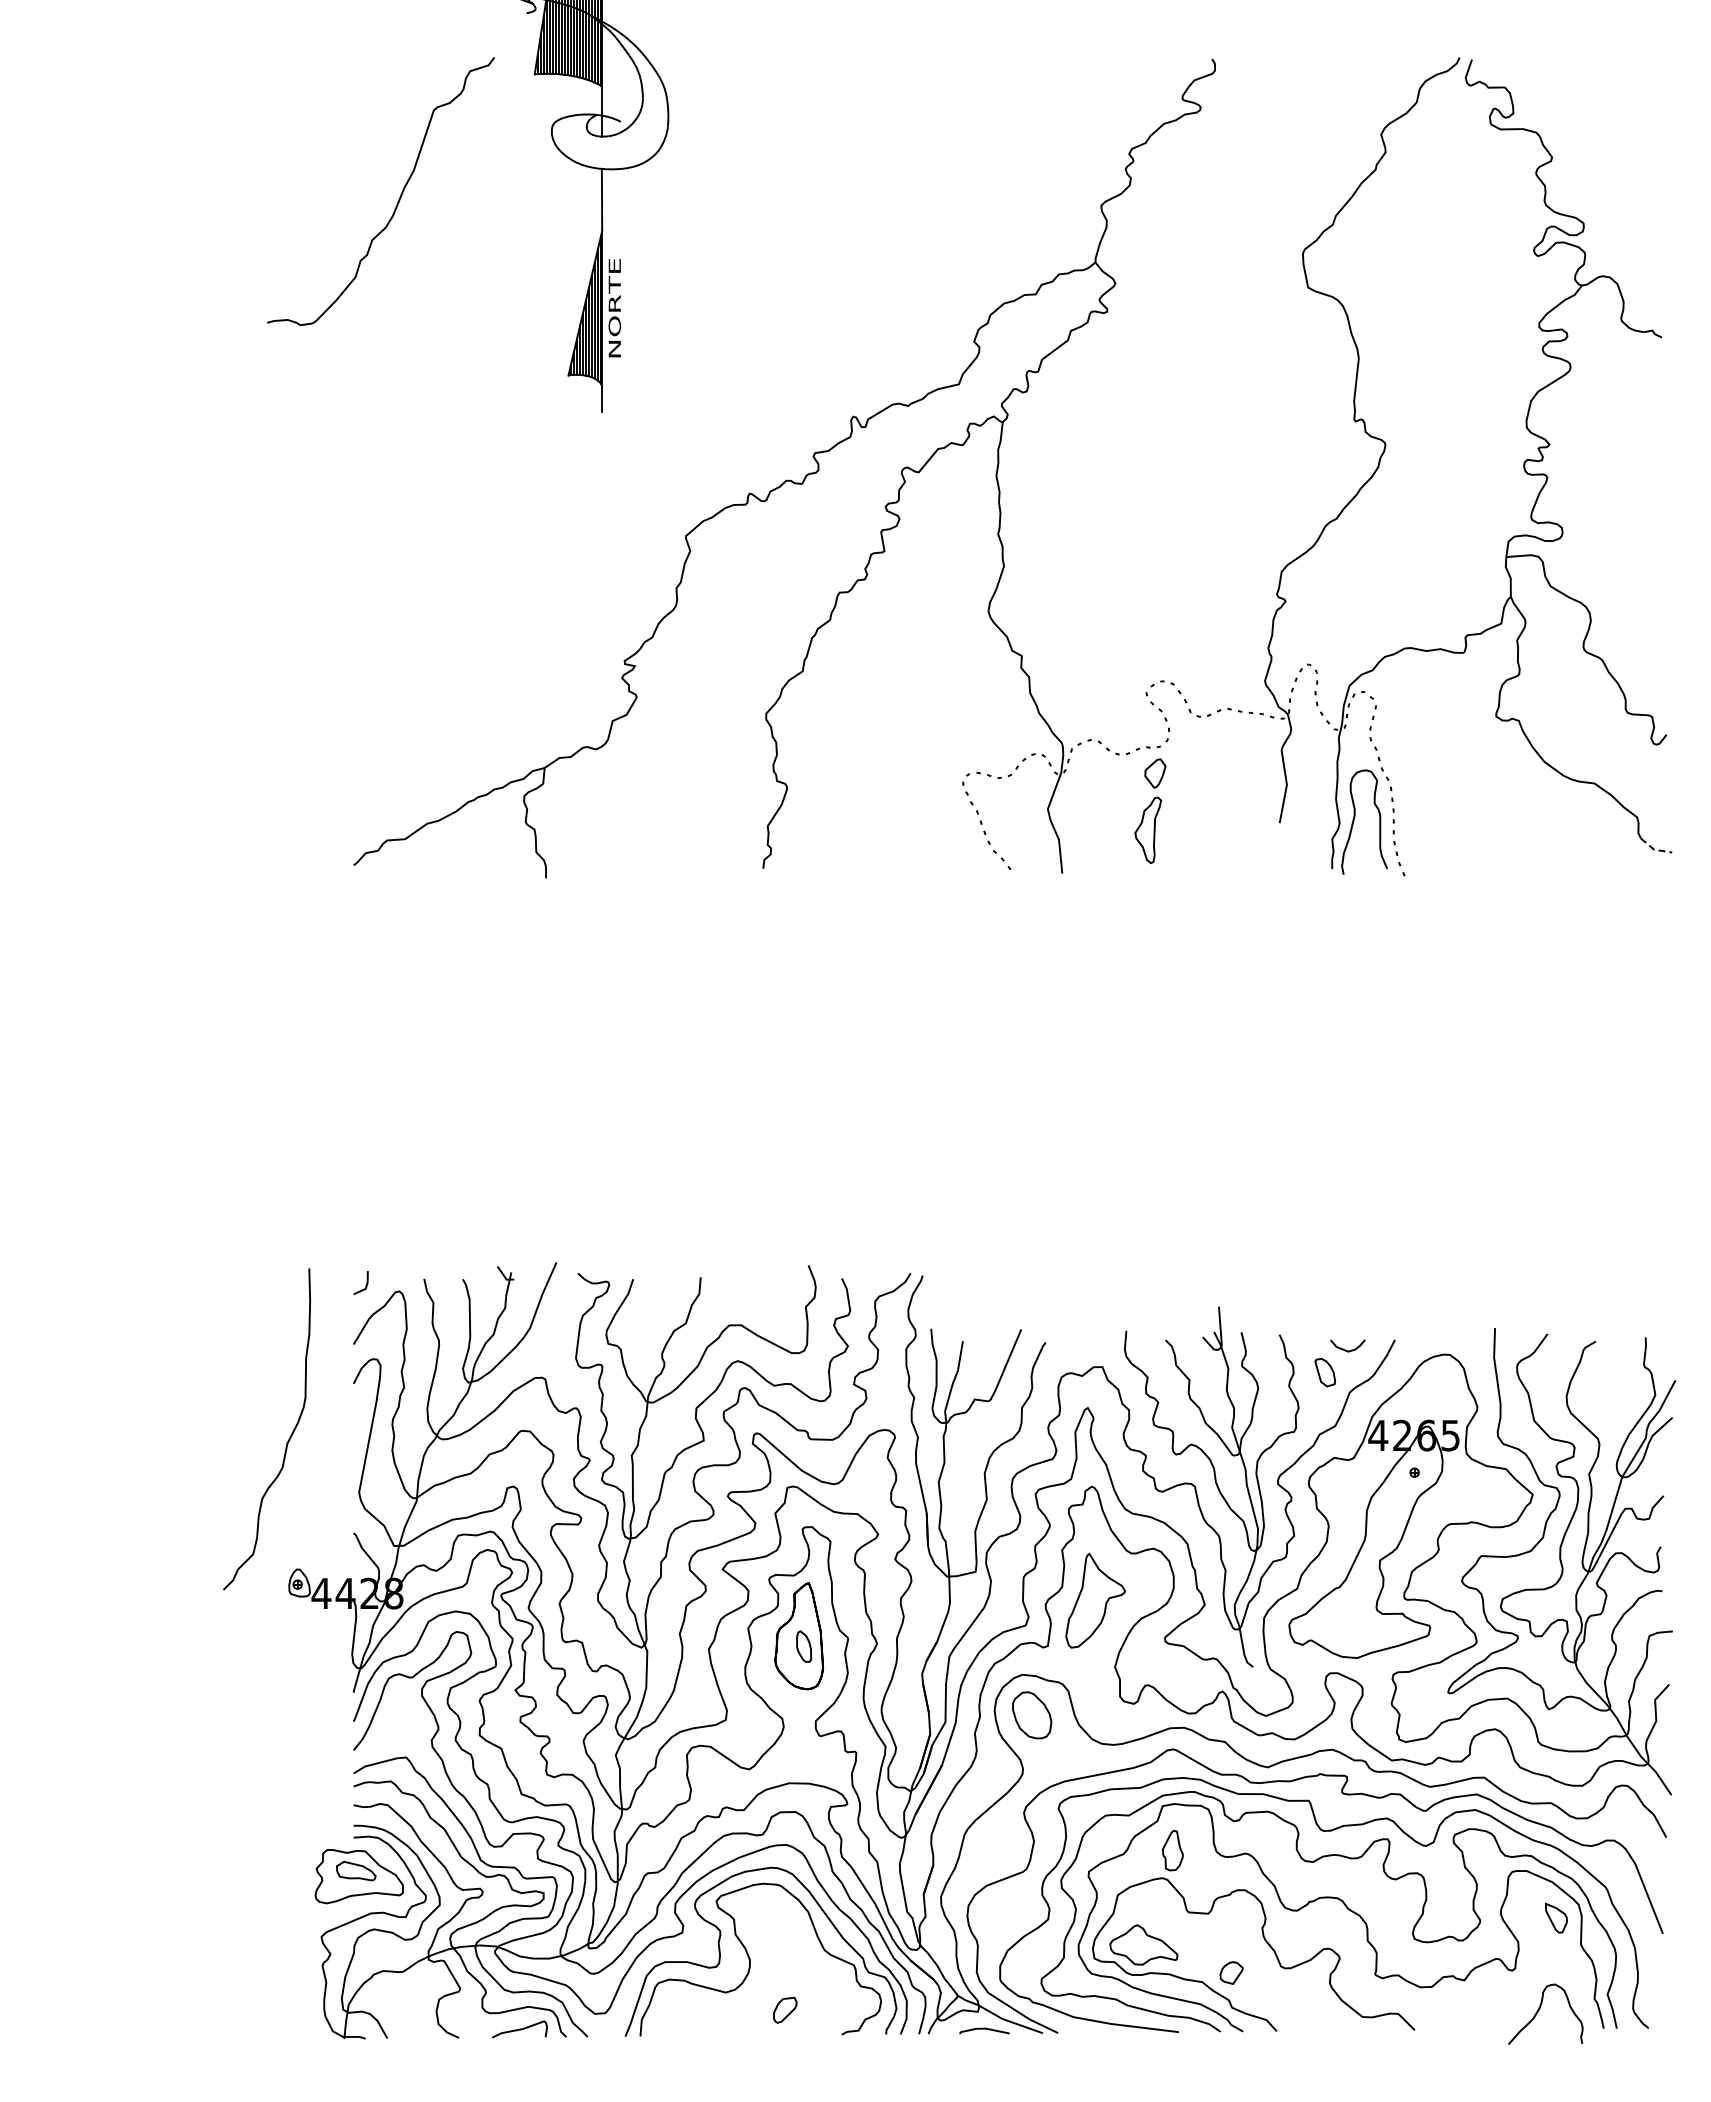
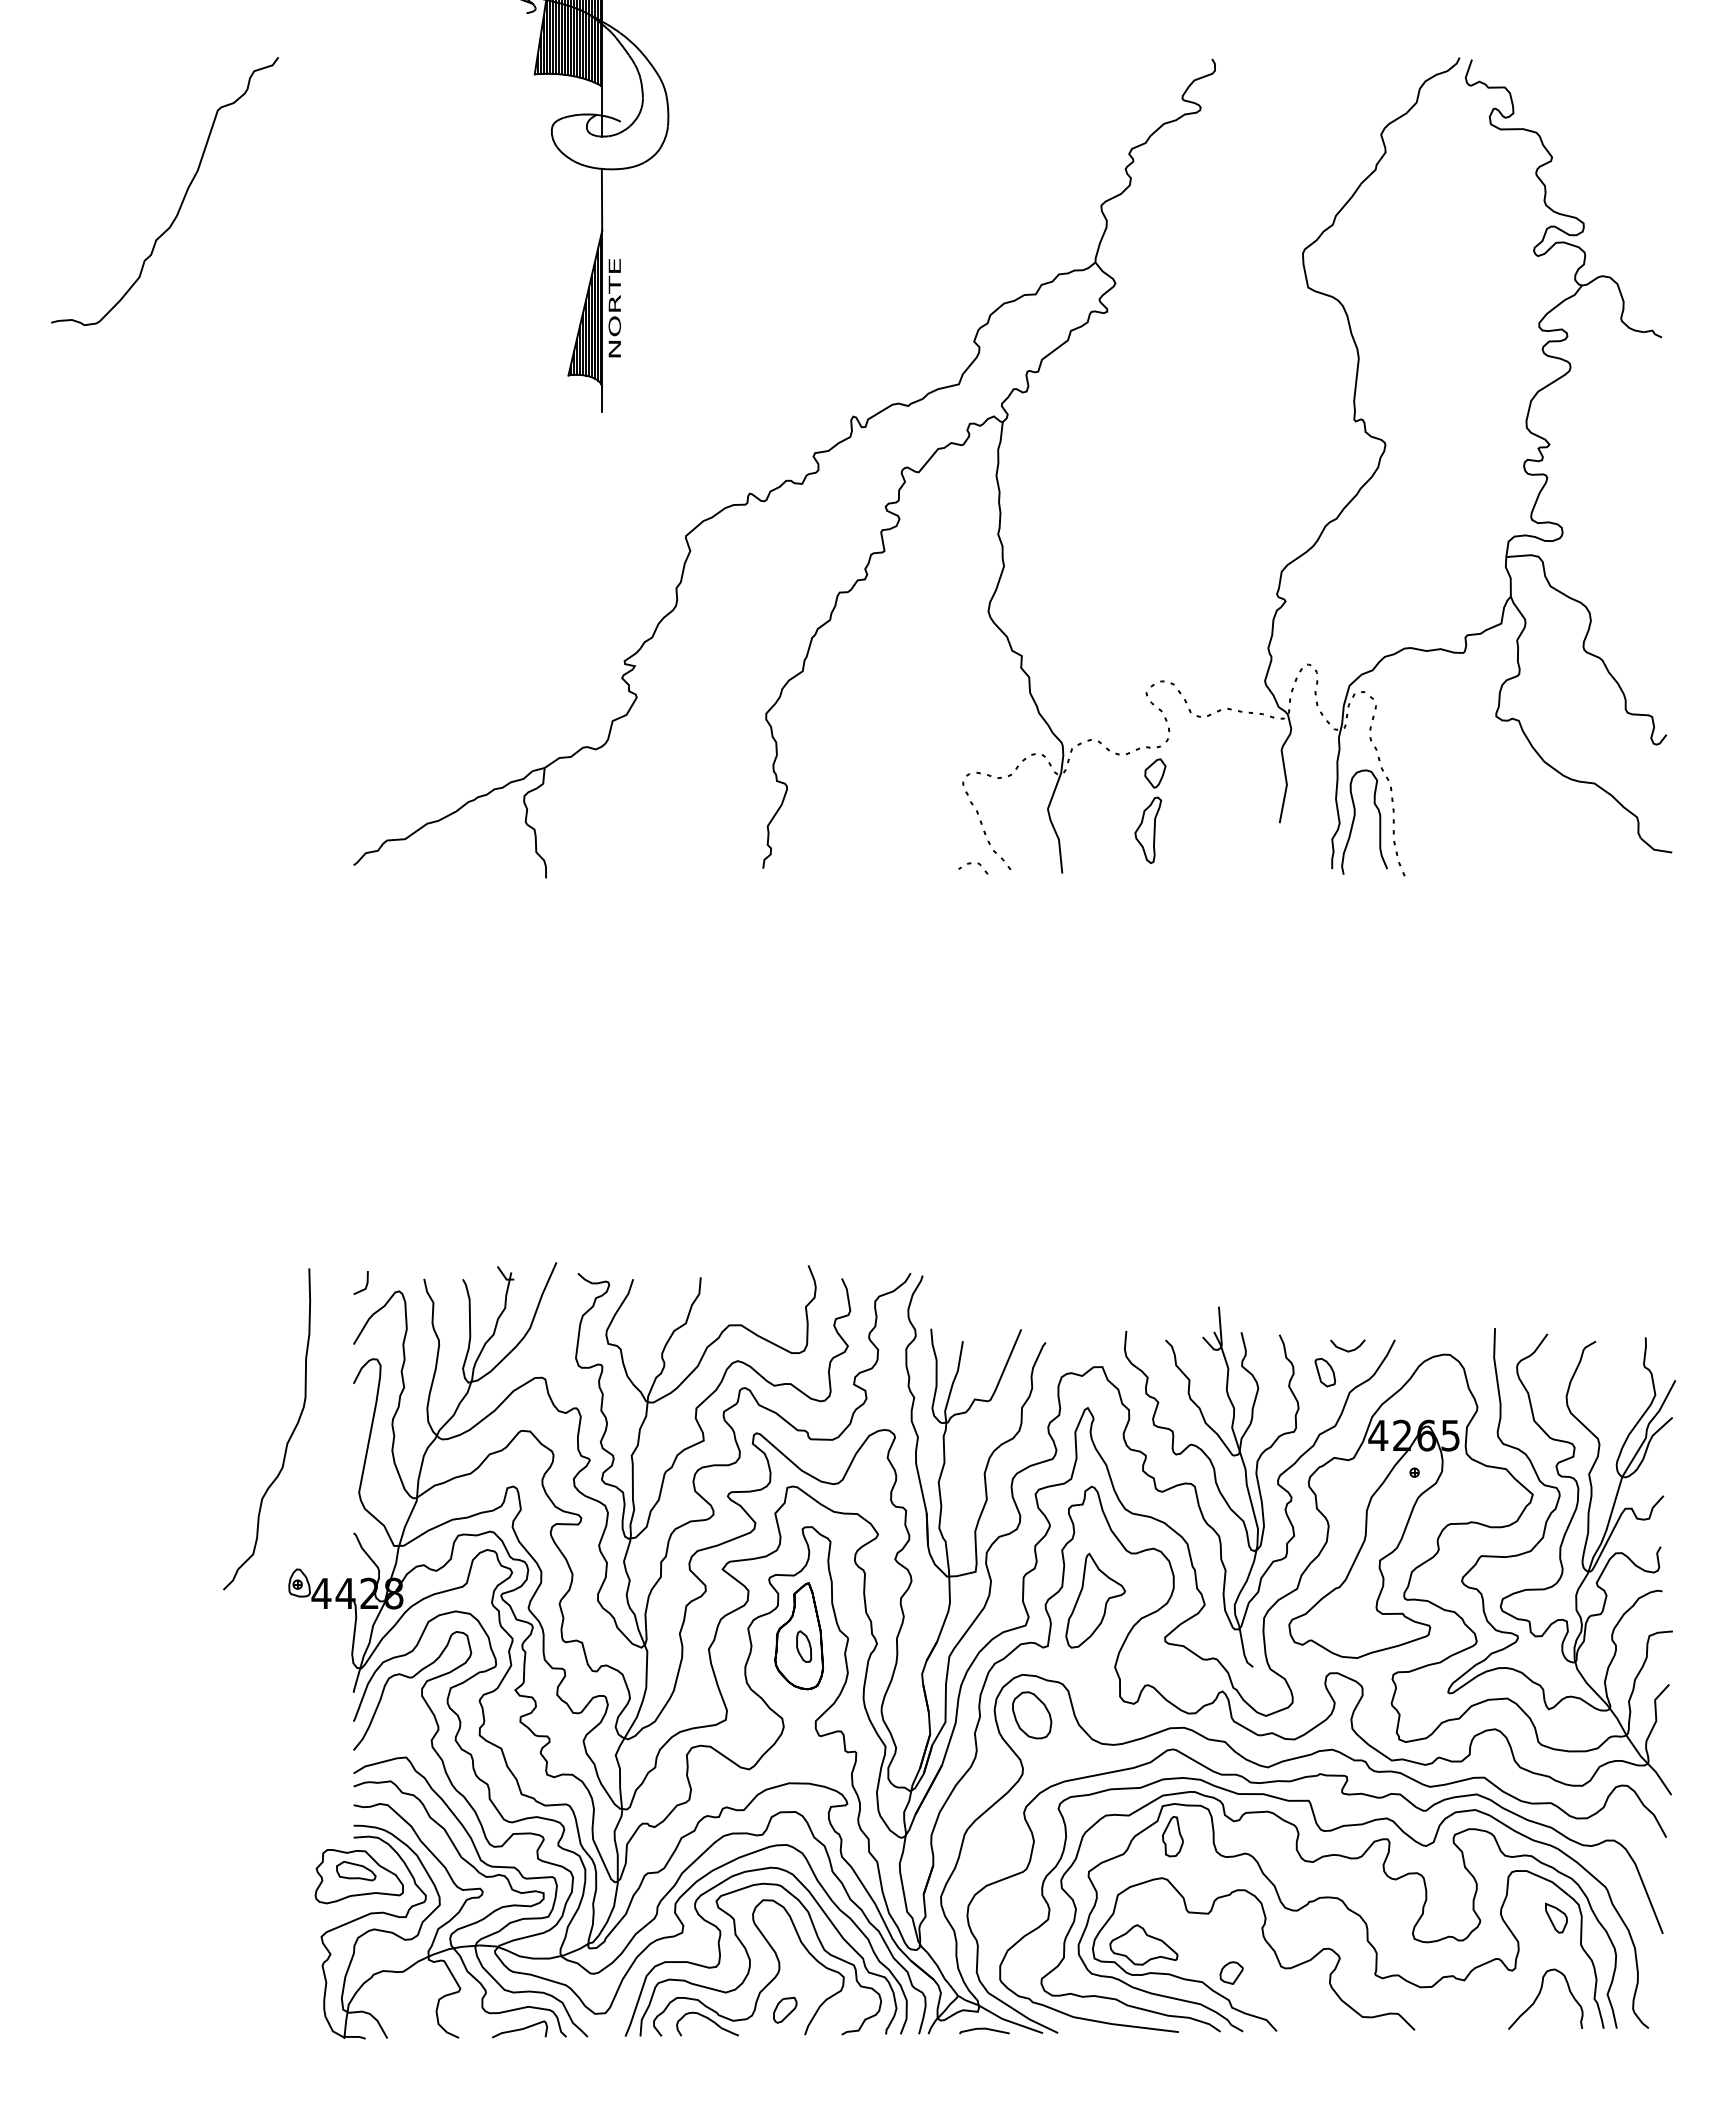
curve at (399, 196) position: (399, 196) -> (183, 196)
line at (1654, 849): dashed -> solid
line at (970, 864): none -> present
part at (1172, 1850) position: (1172, 1850) -> (1172, 1836)
part at (766, 1984): none -> present
curve at (1539, 2010) position: (1539, 2010) -> (1539, 1995)
